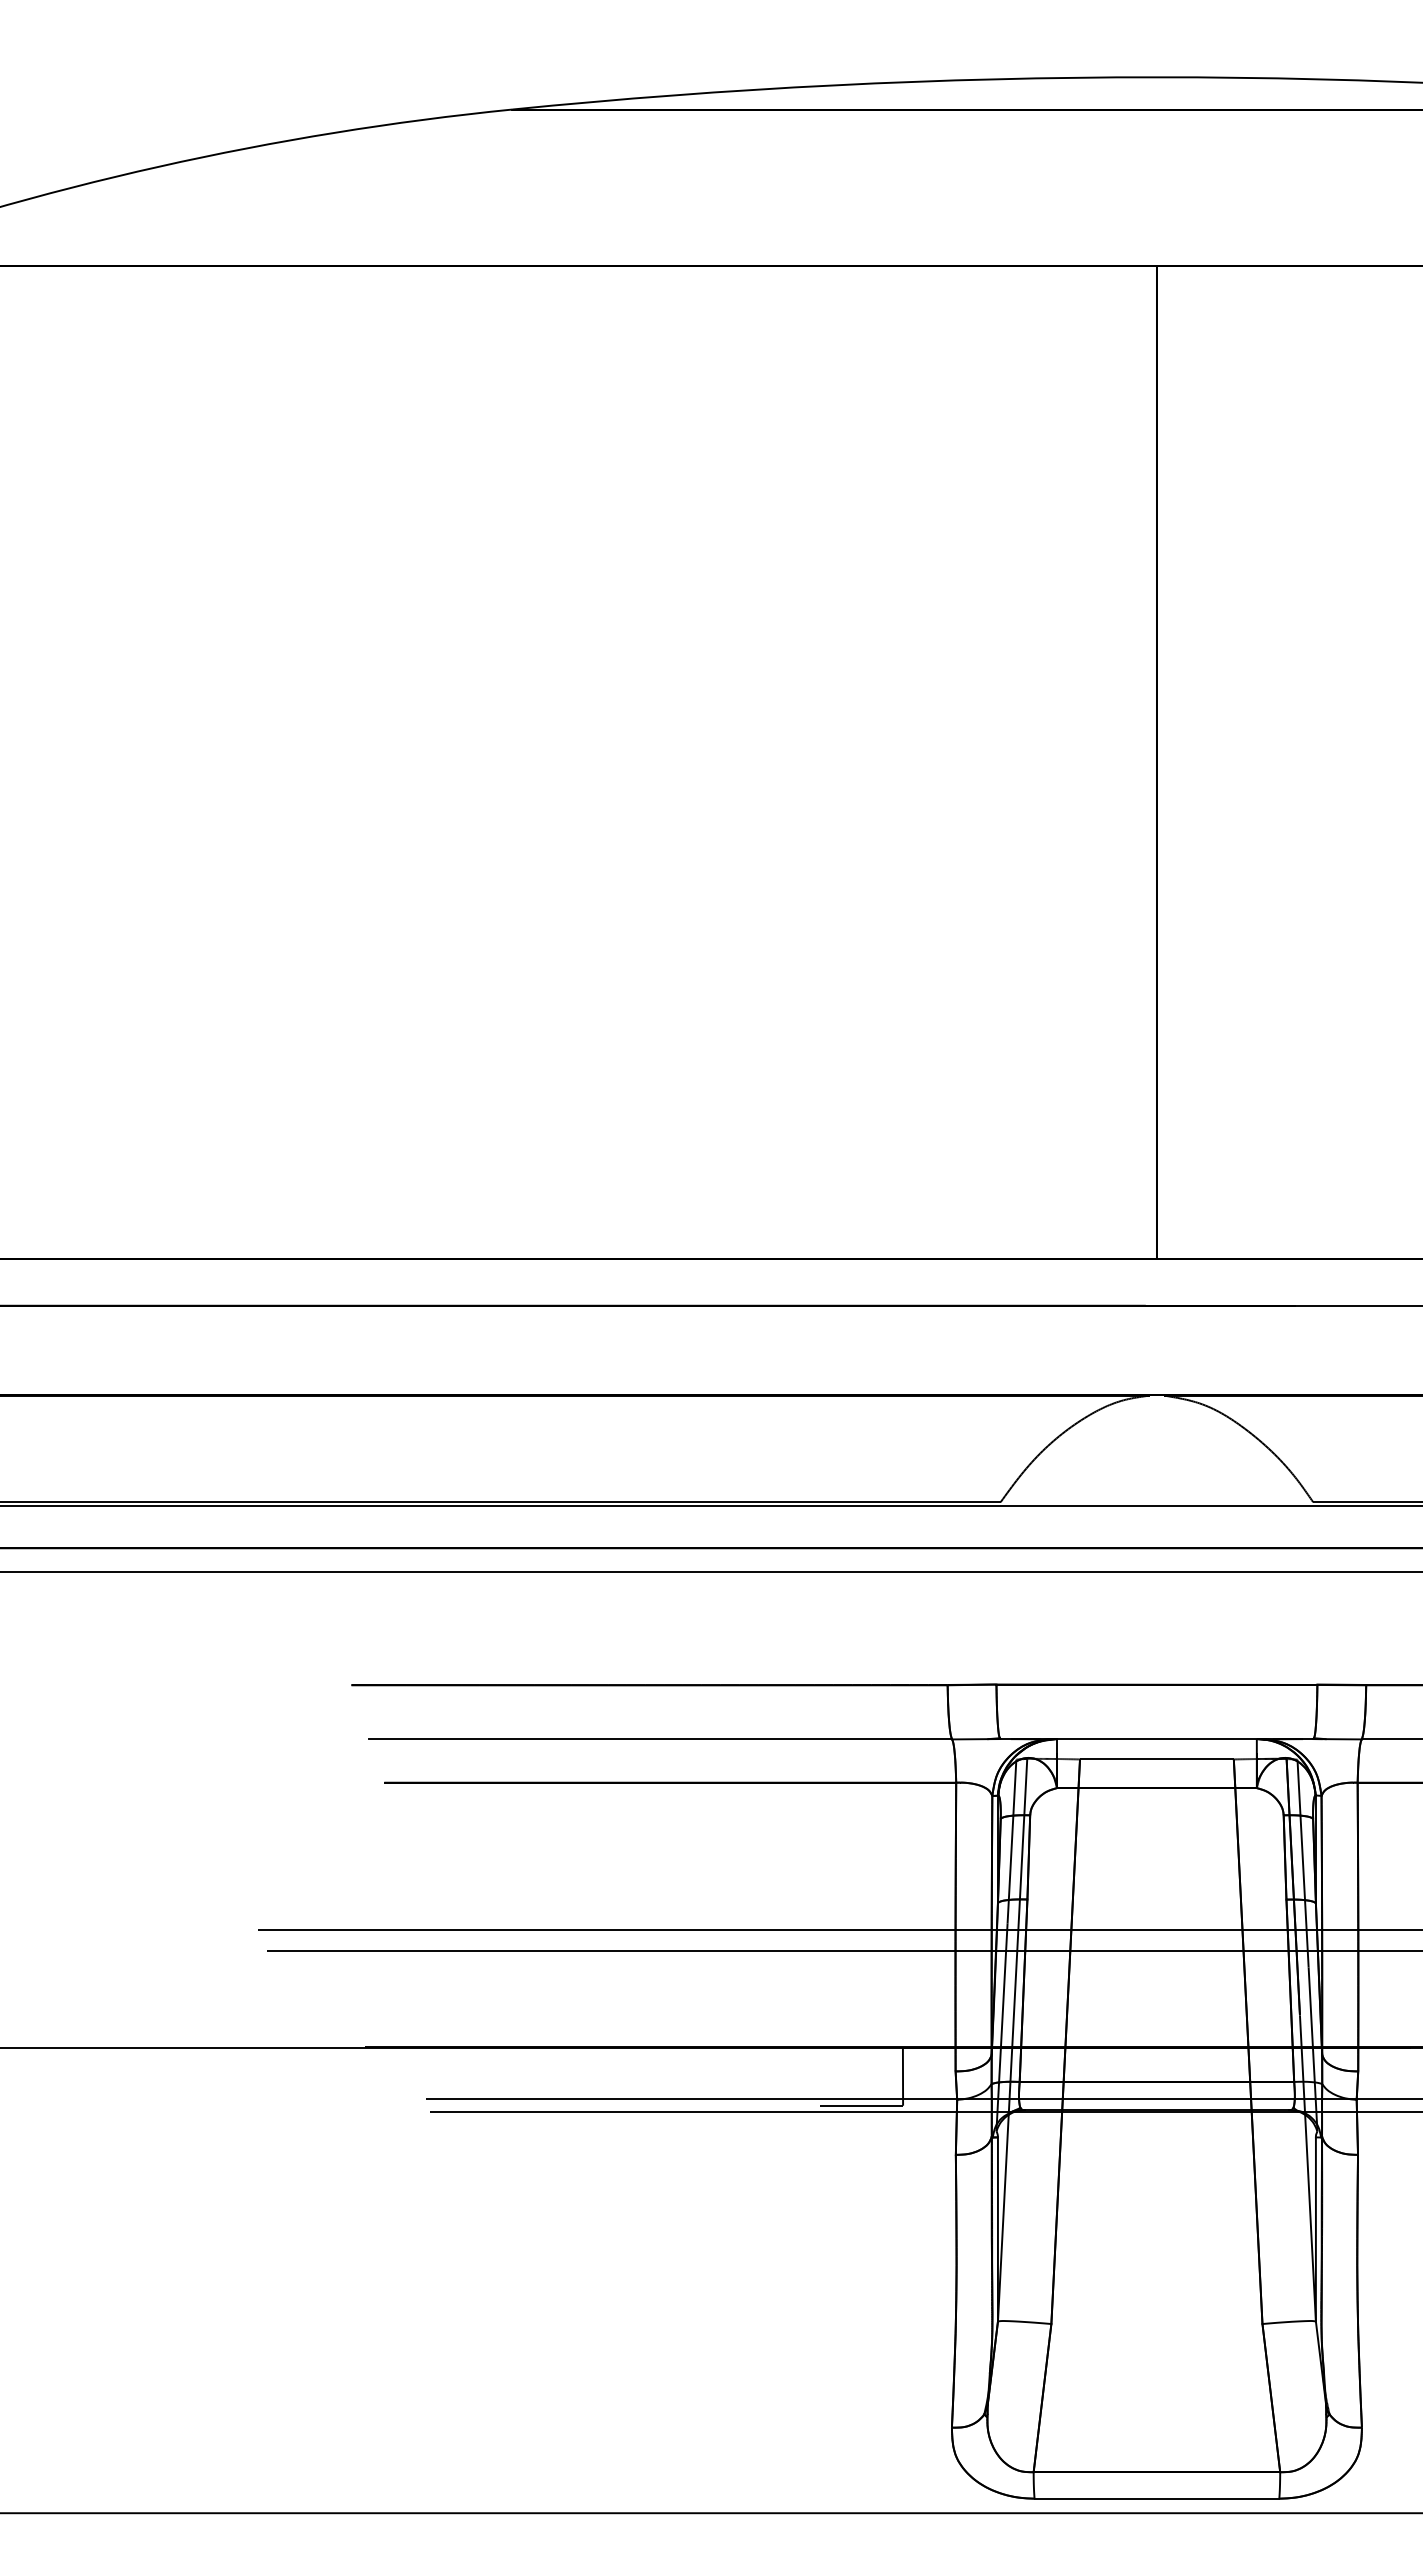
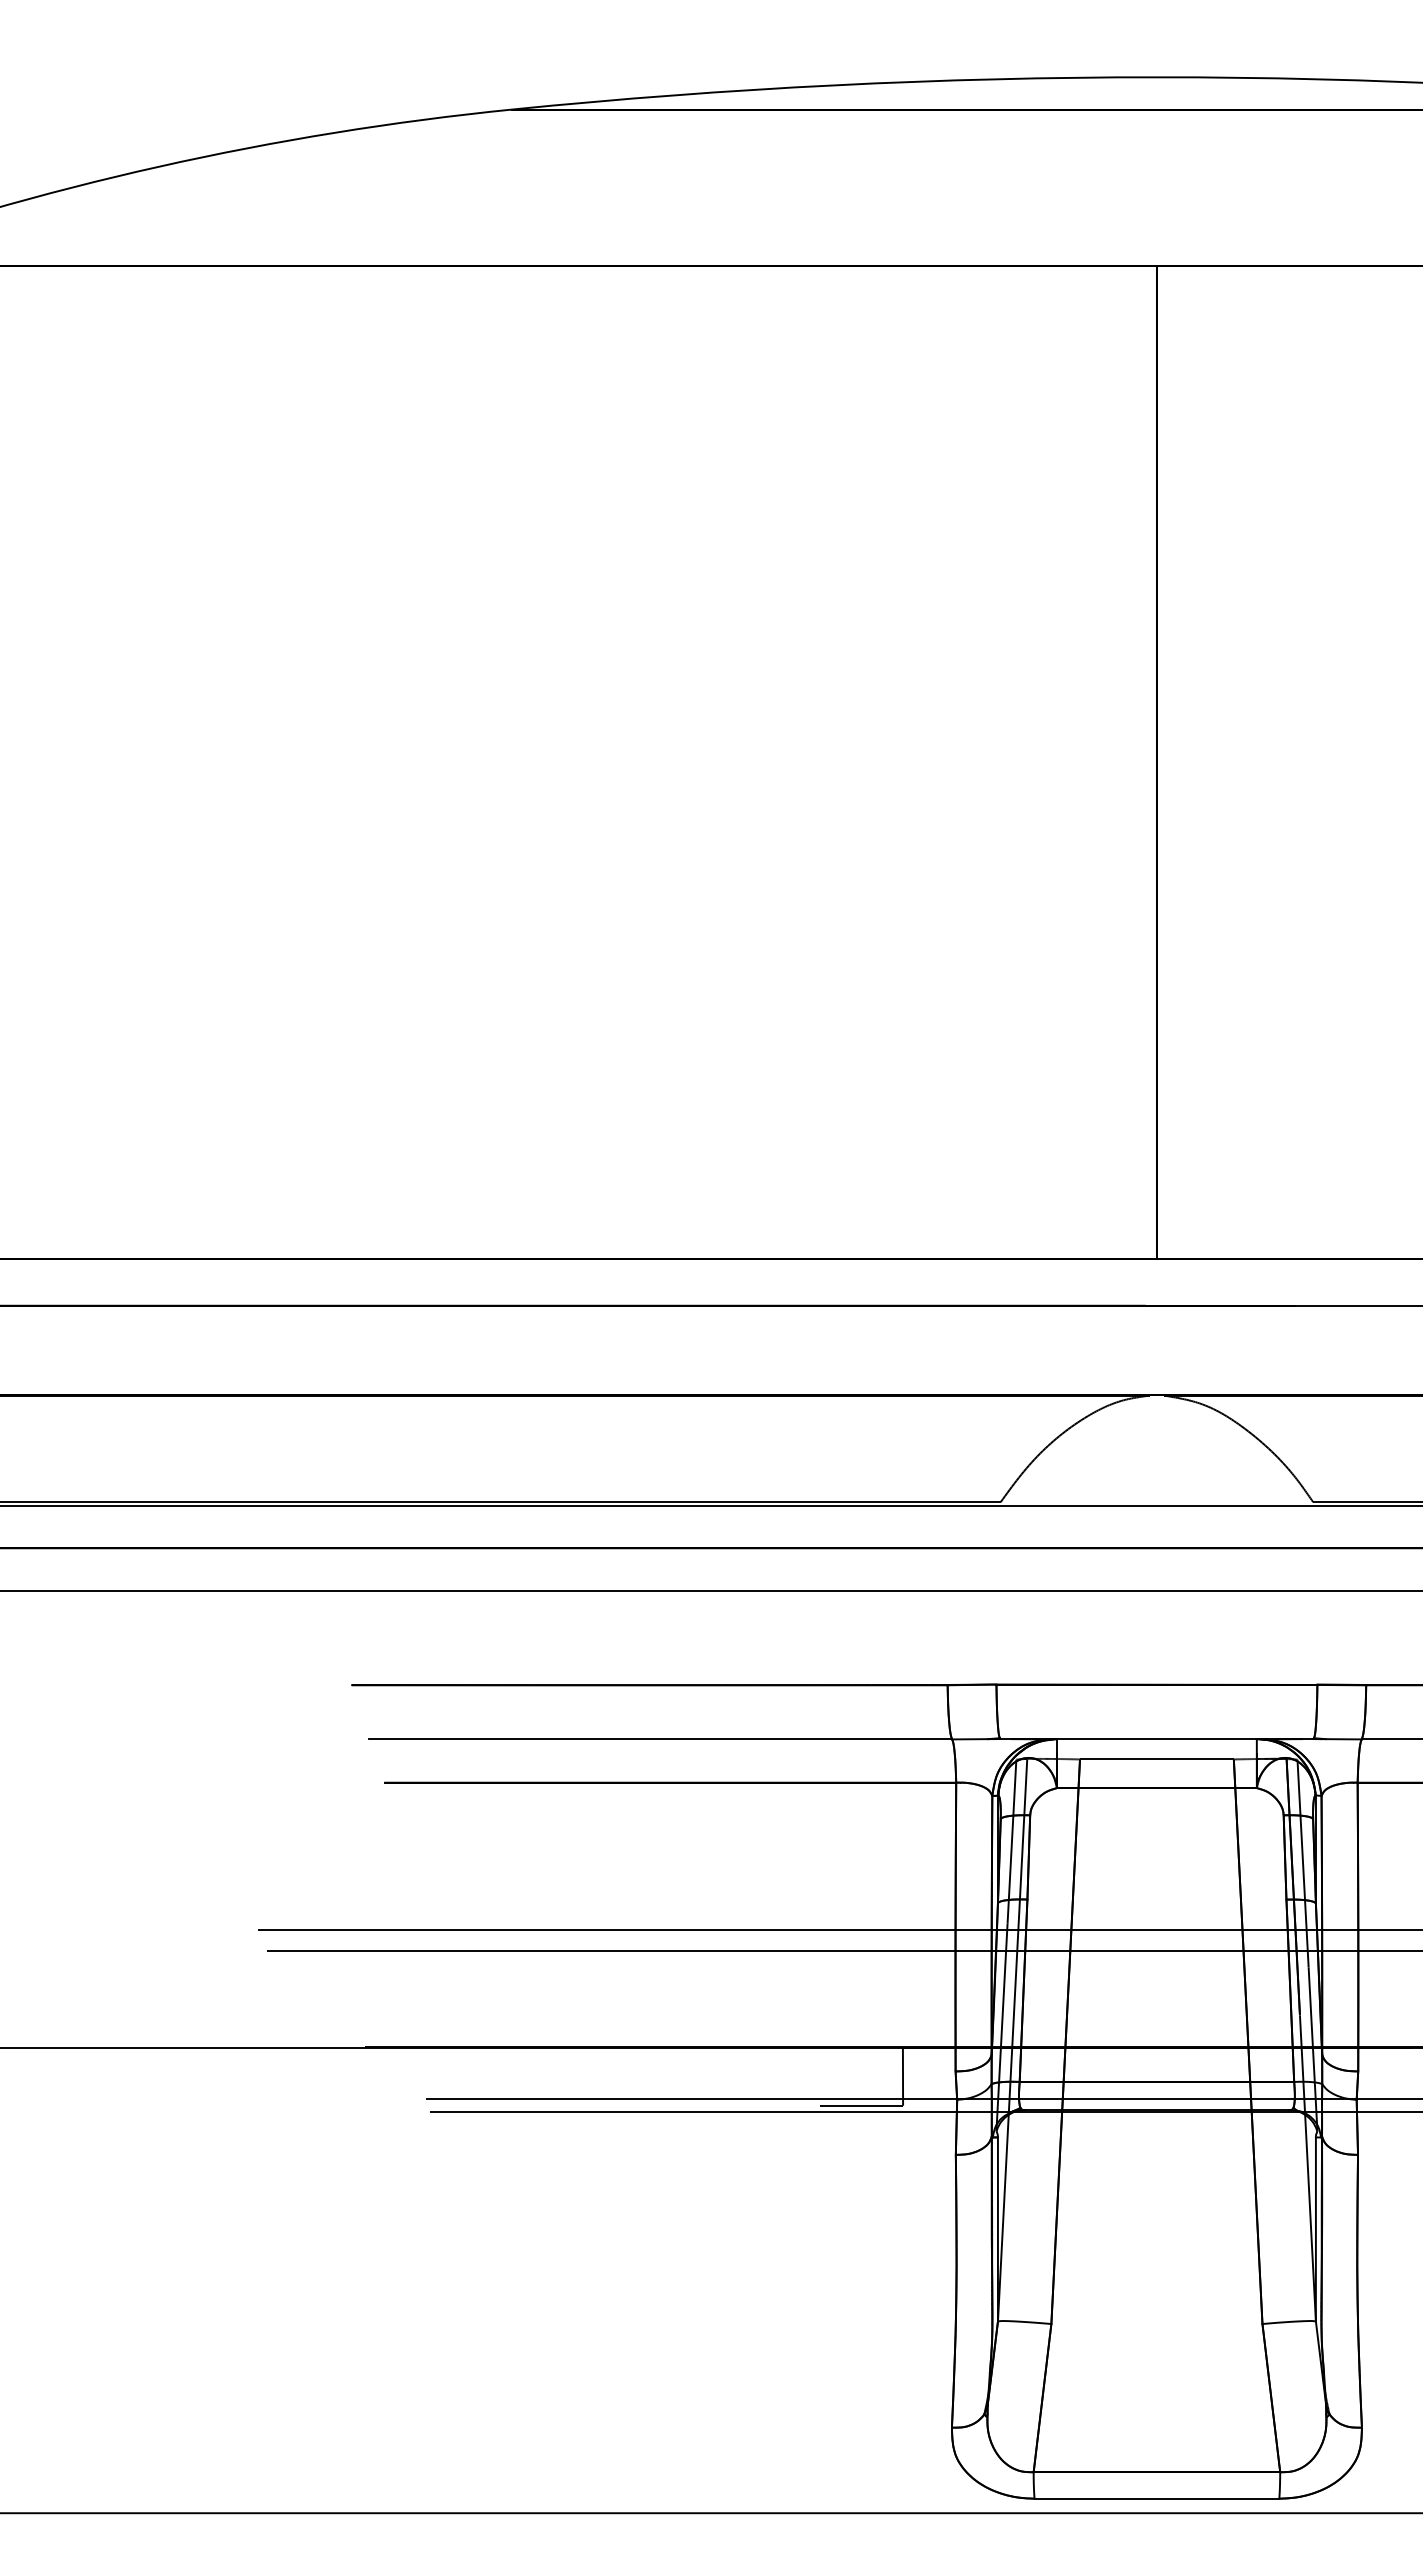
line at (710, 1571) position: (710, 1571) -> (710, 1590)
